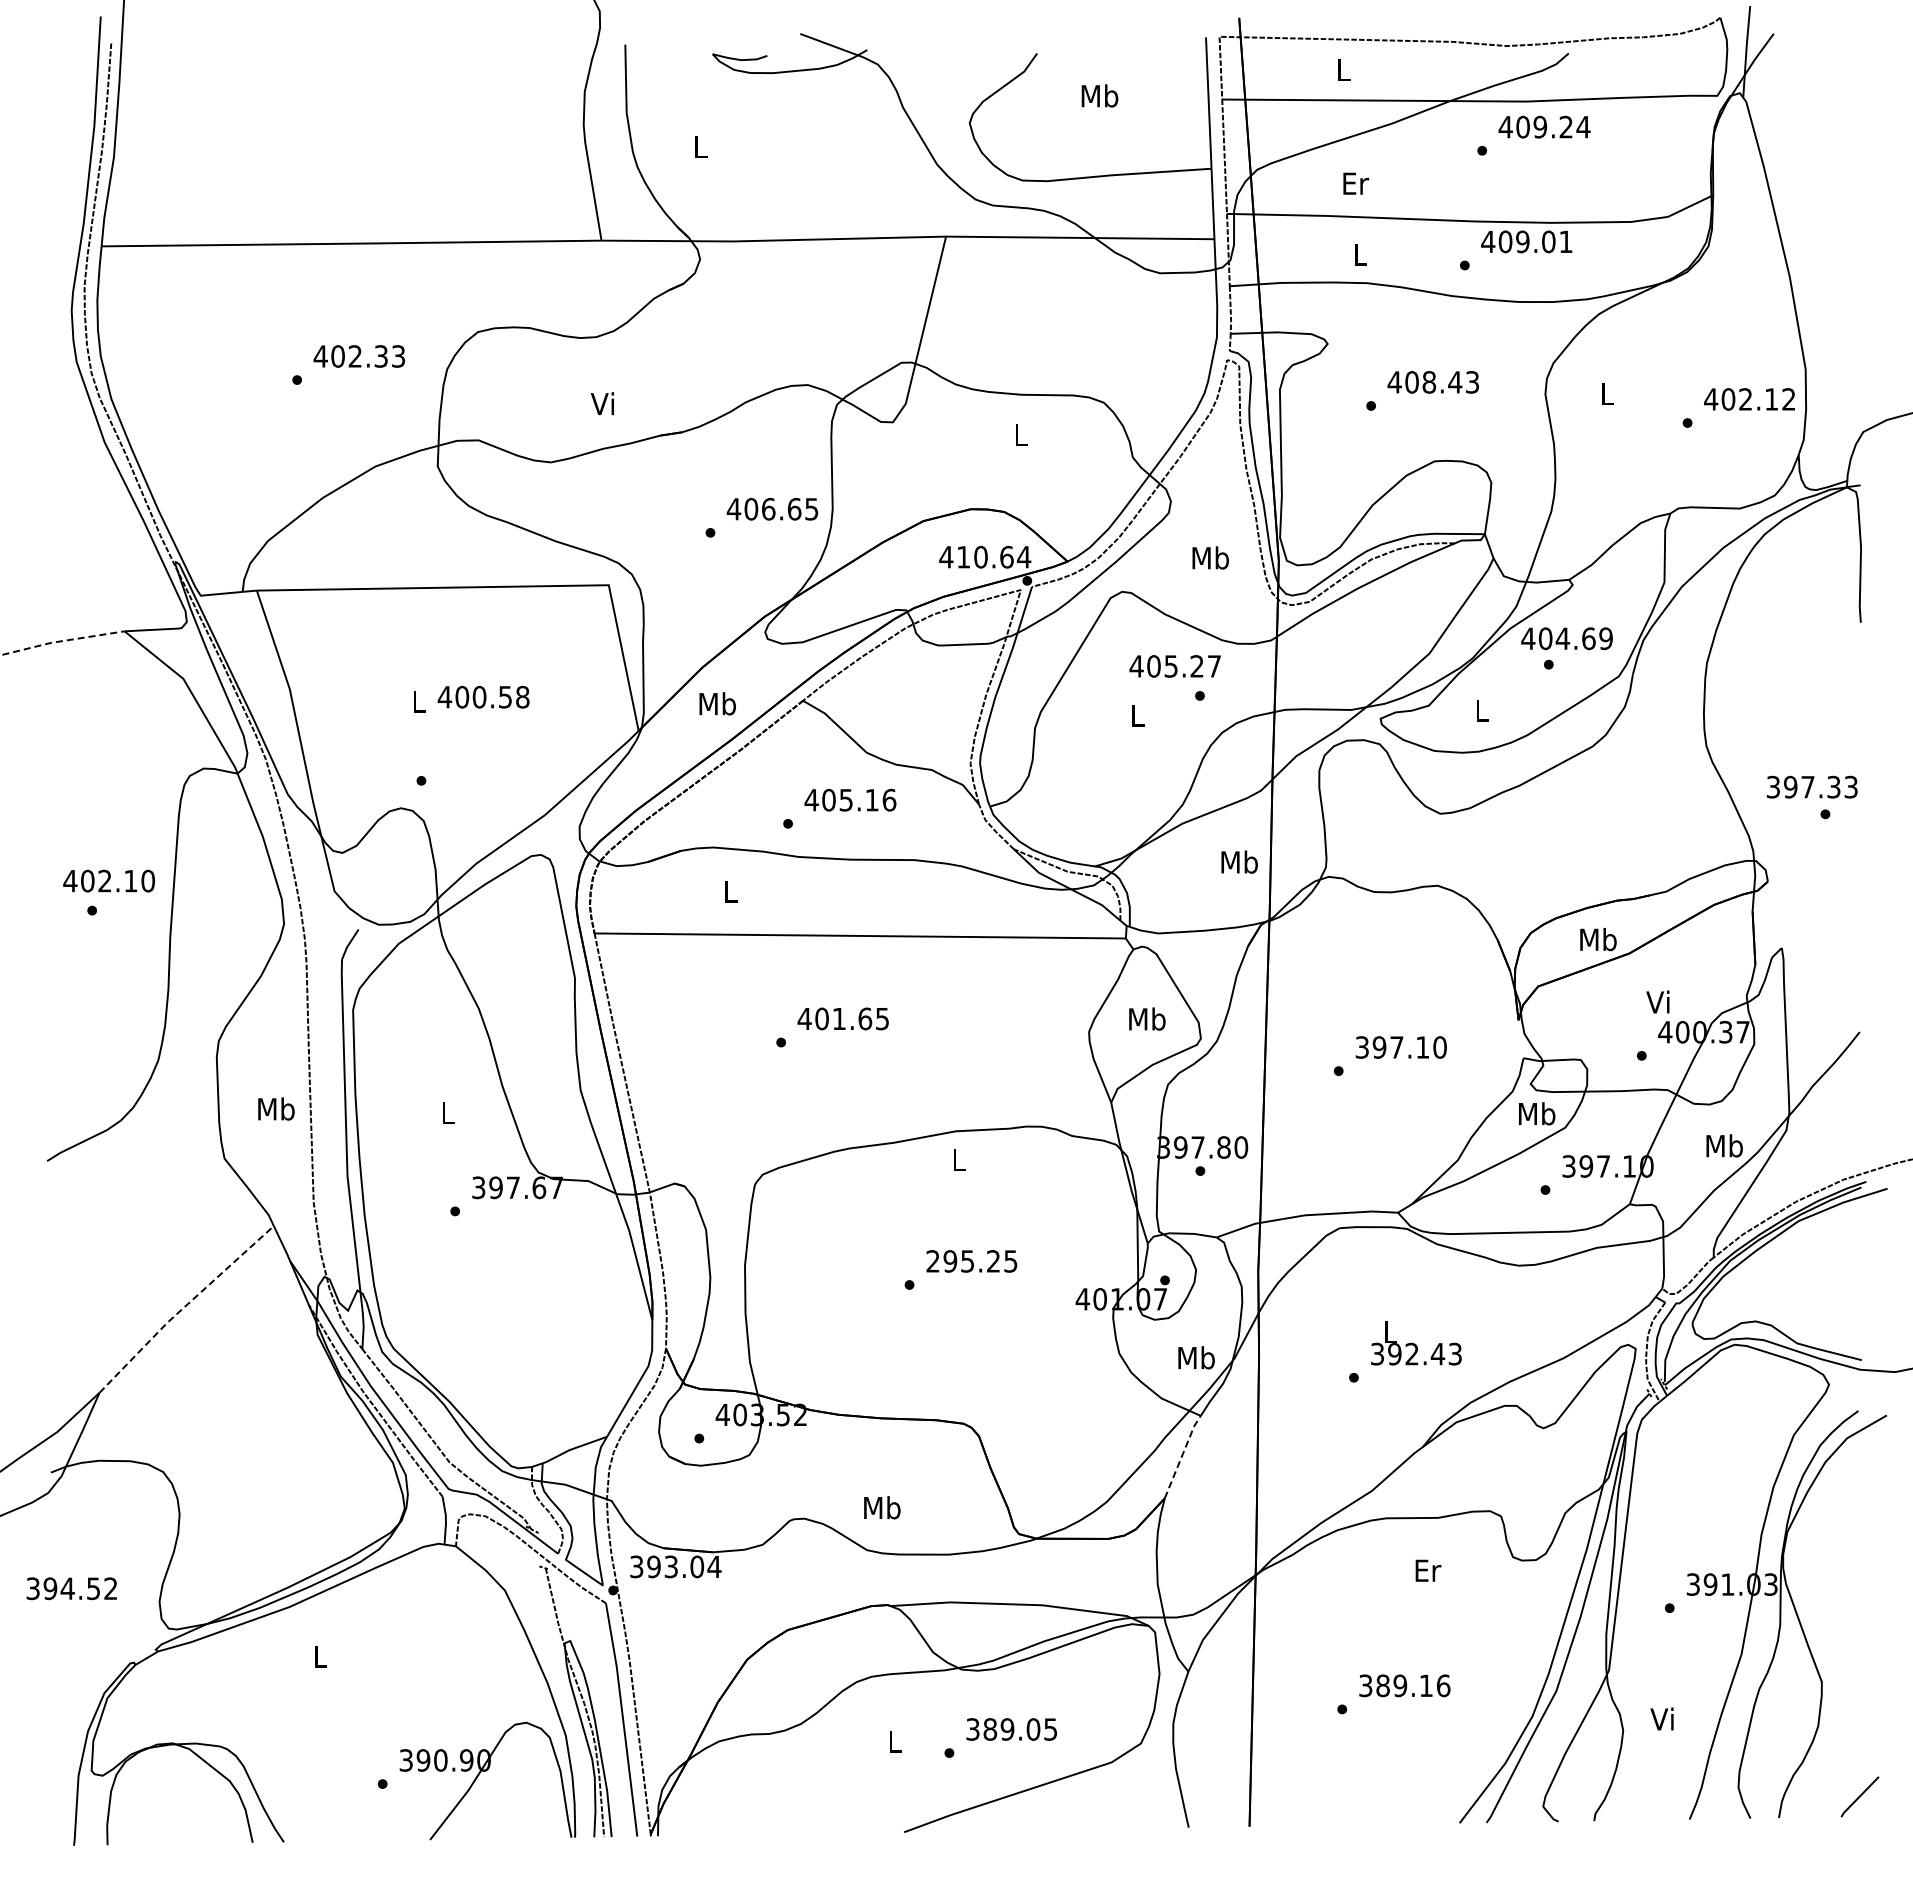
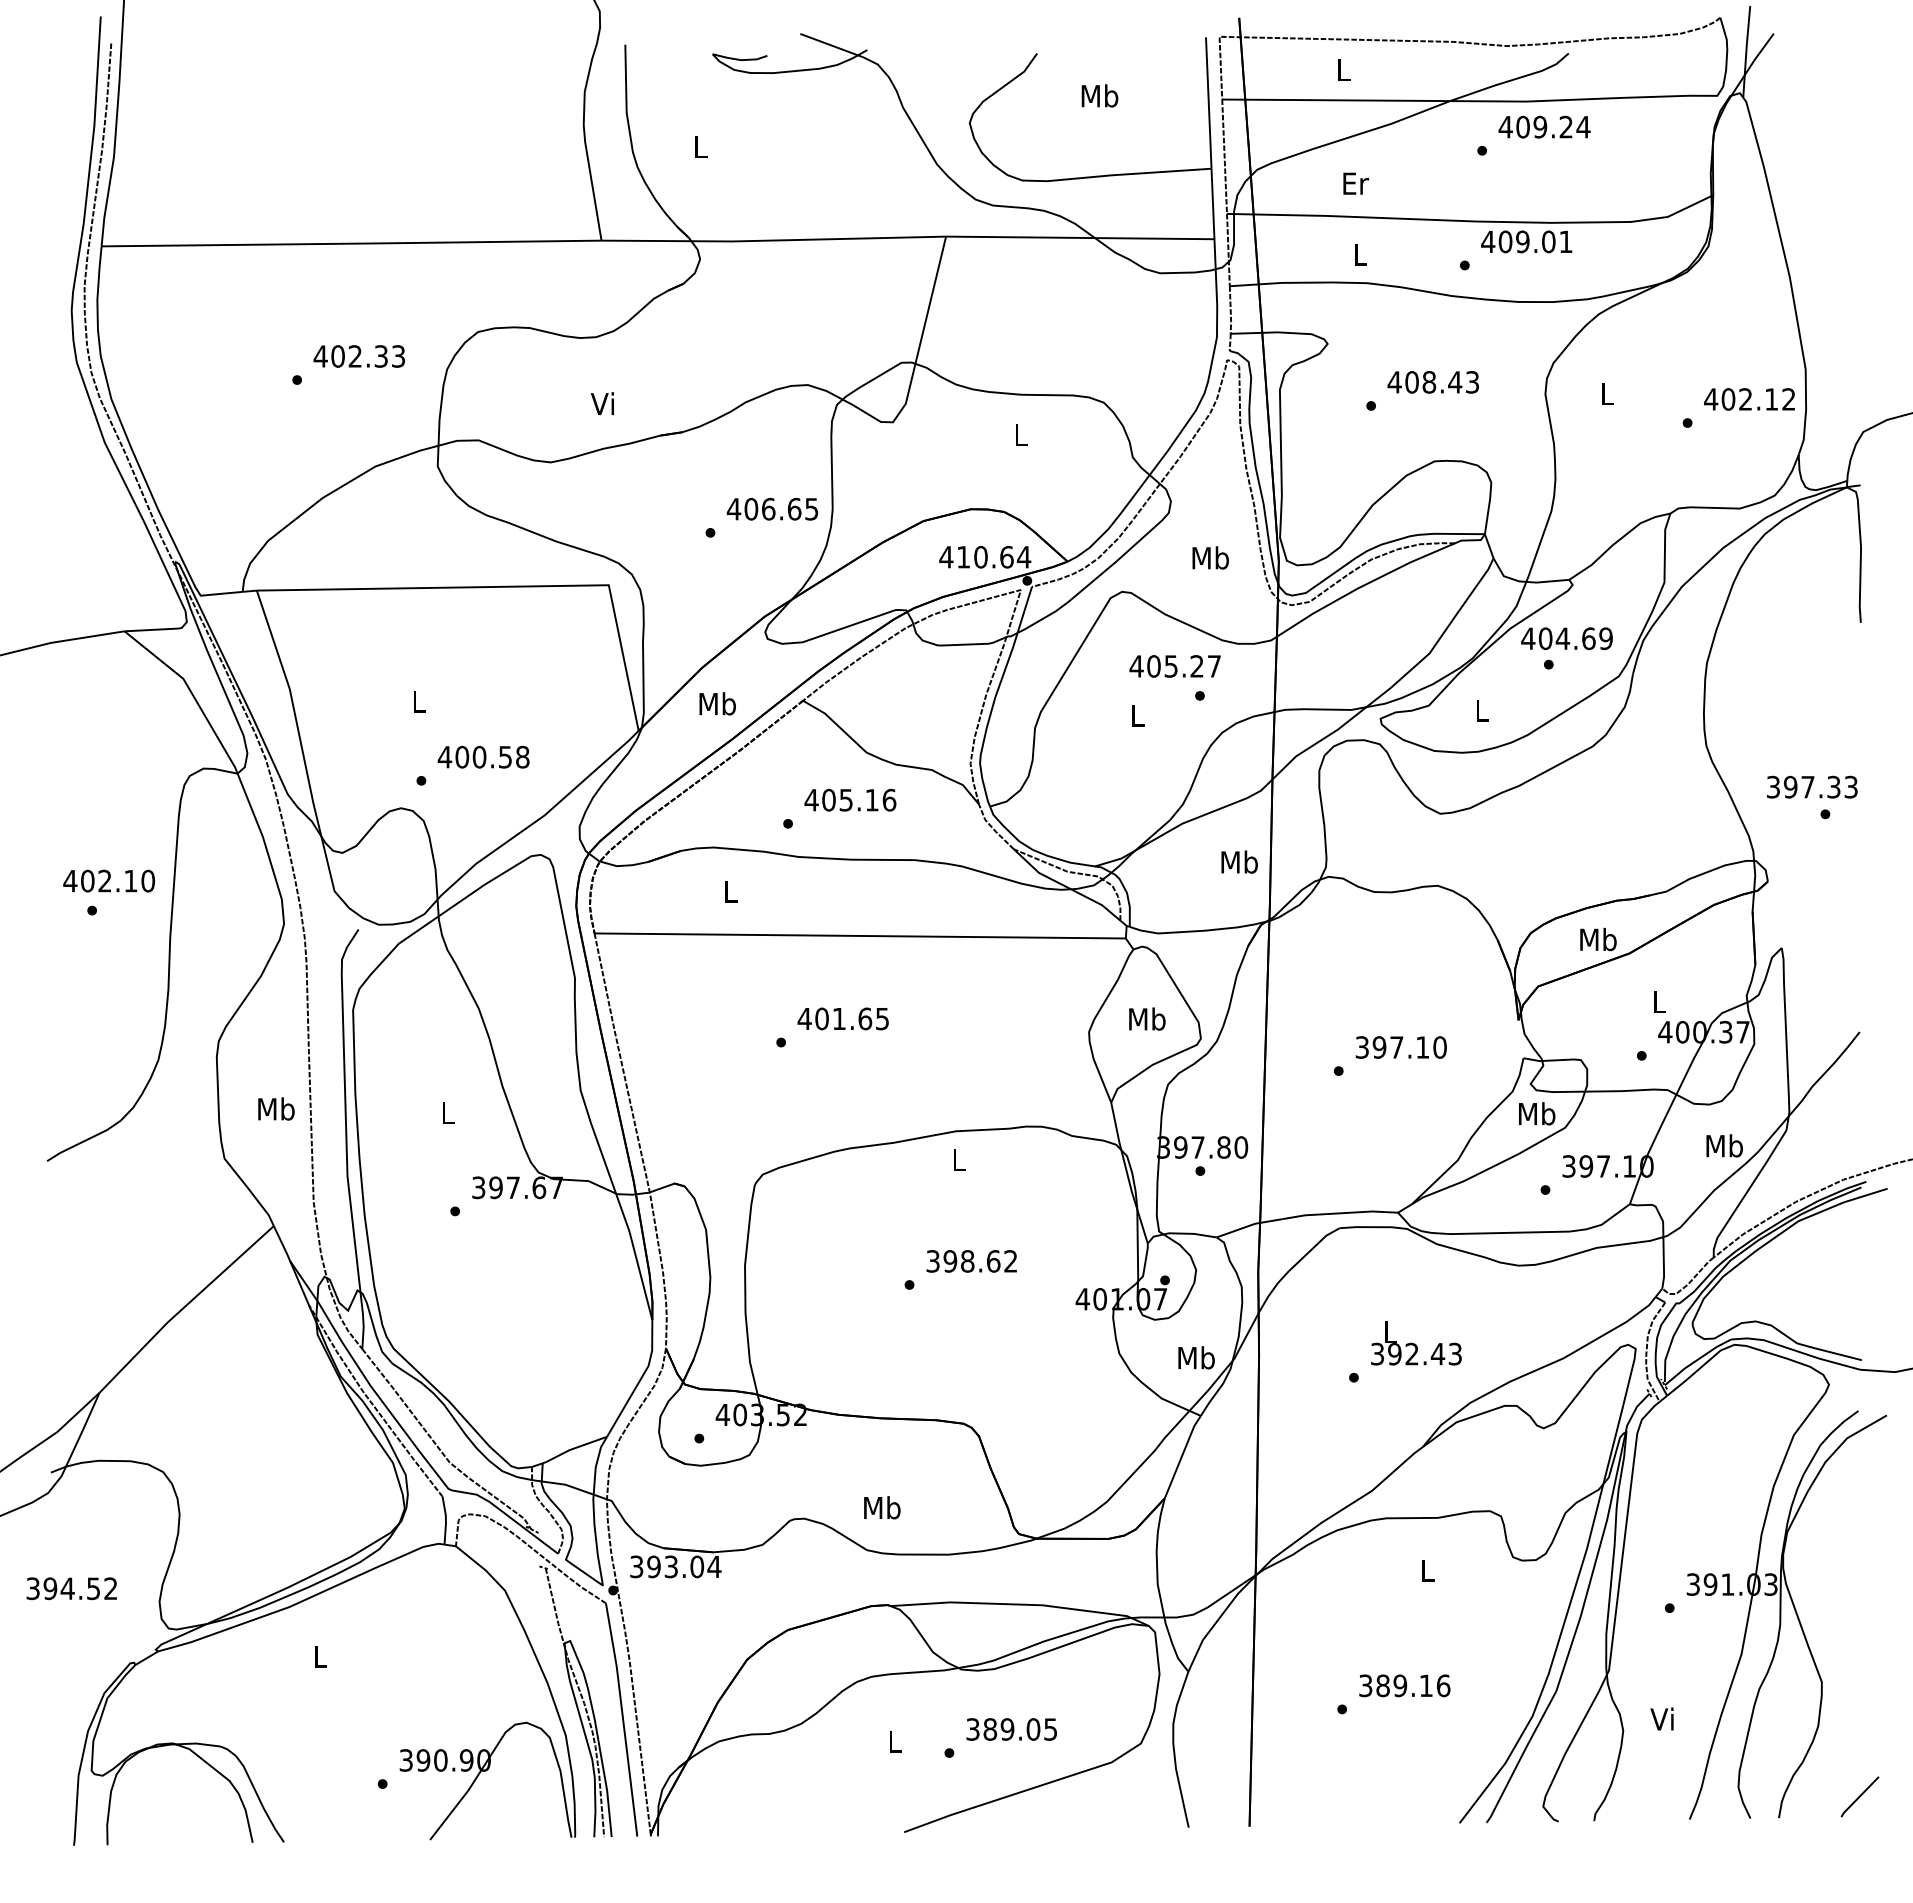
line at (61, 641): dashed -> solid
text at (483, 696) position: (483, 696) -> (483, 756)
text at (1657, 1001): Vi -> L
text at (971, 1261): 295.25 -> 398.62
line at (184, 1307): dashed -> solid
line at (1182, 1455): dashed -> solid
text at (1428, 1570): Er -> L
